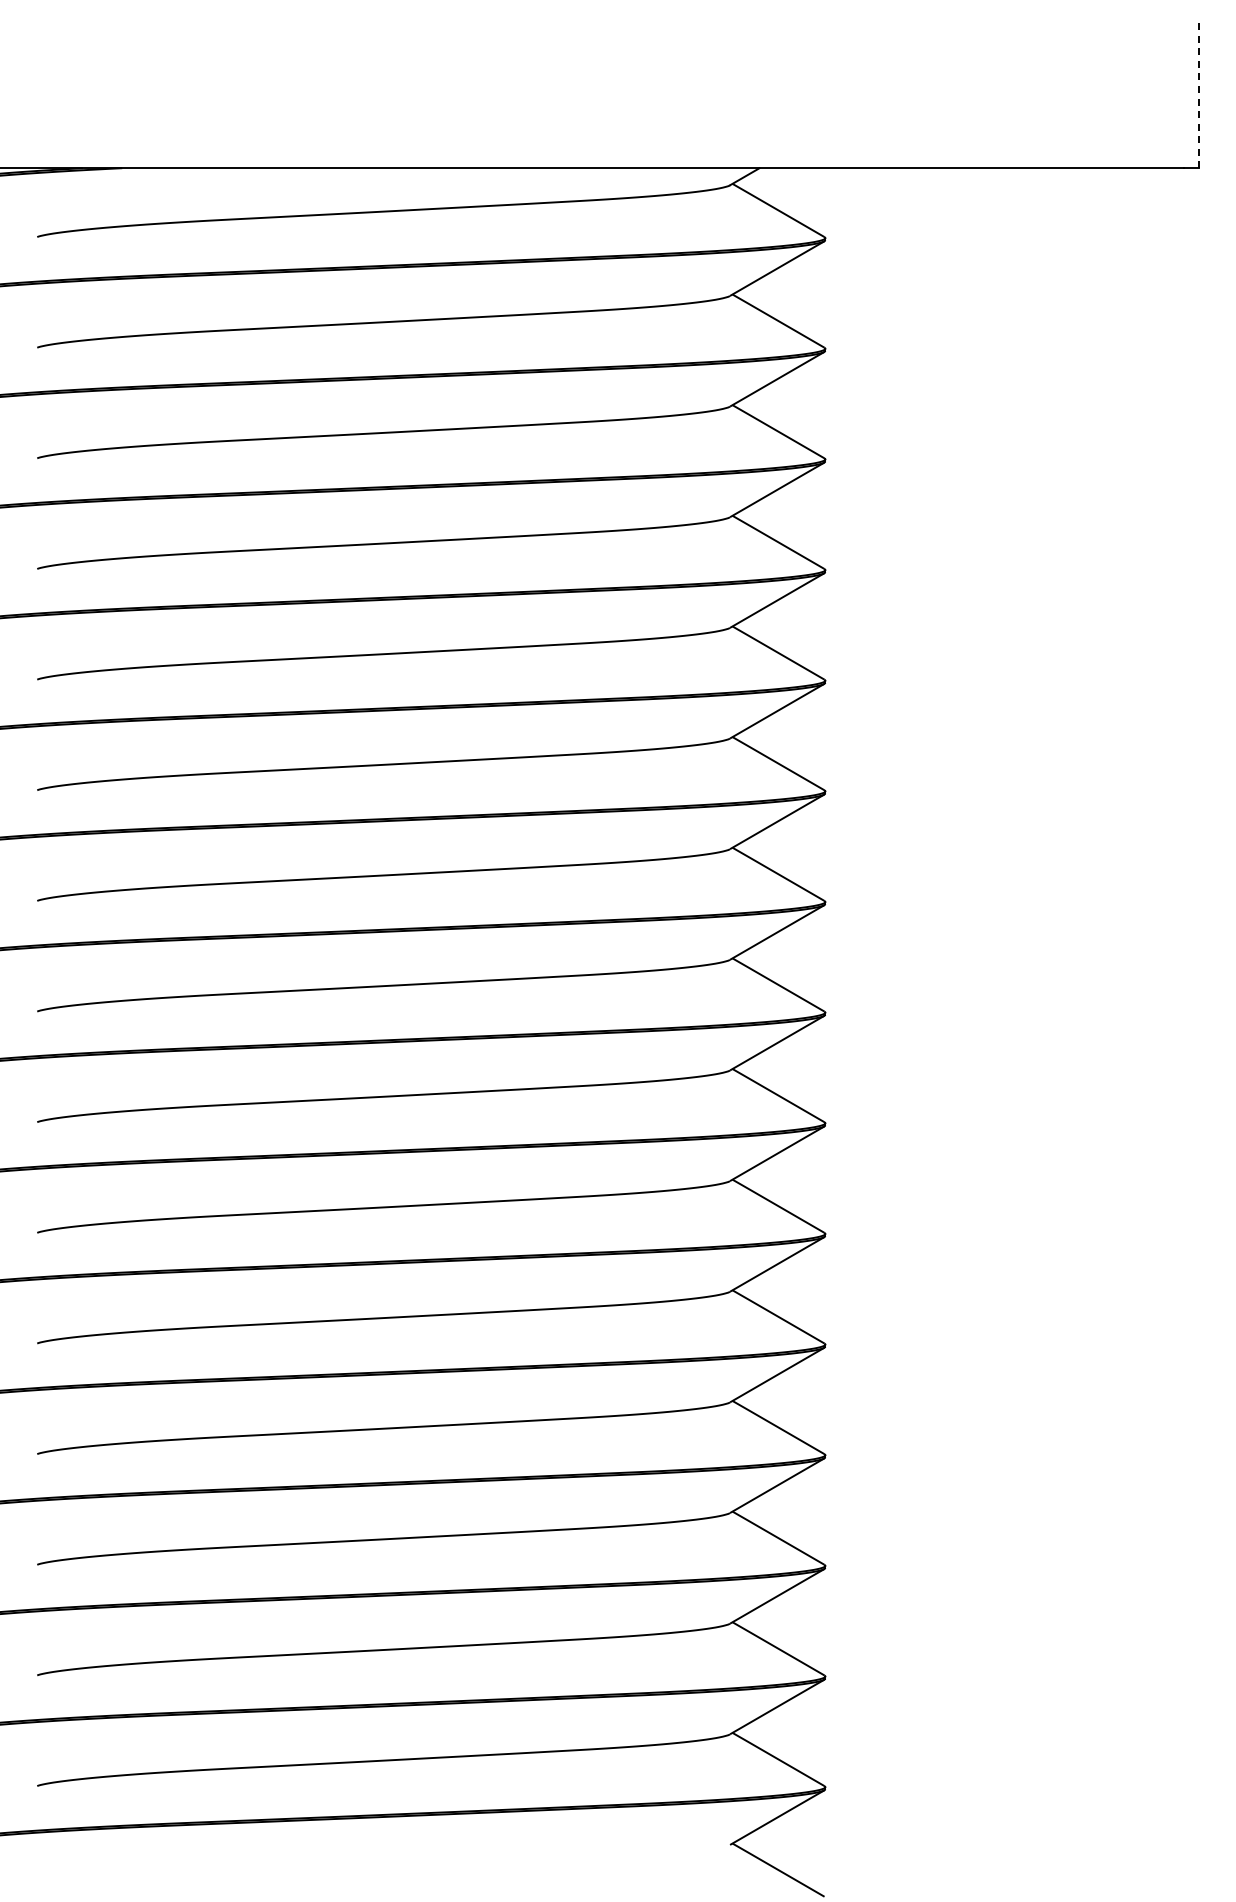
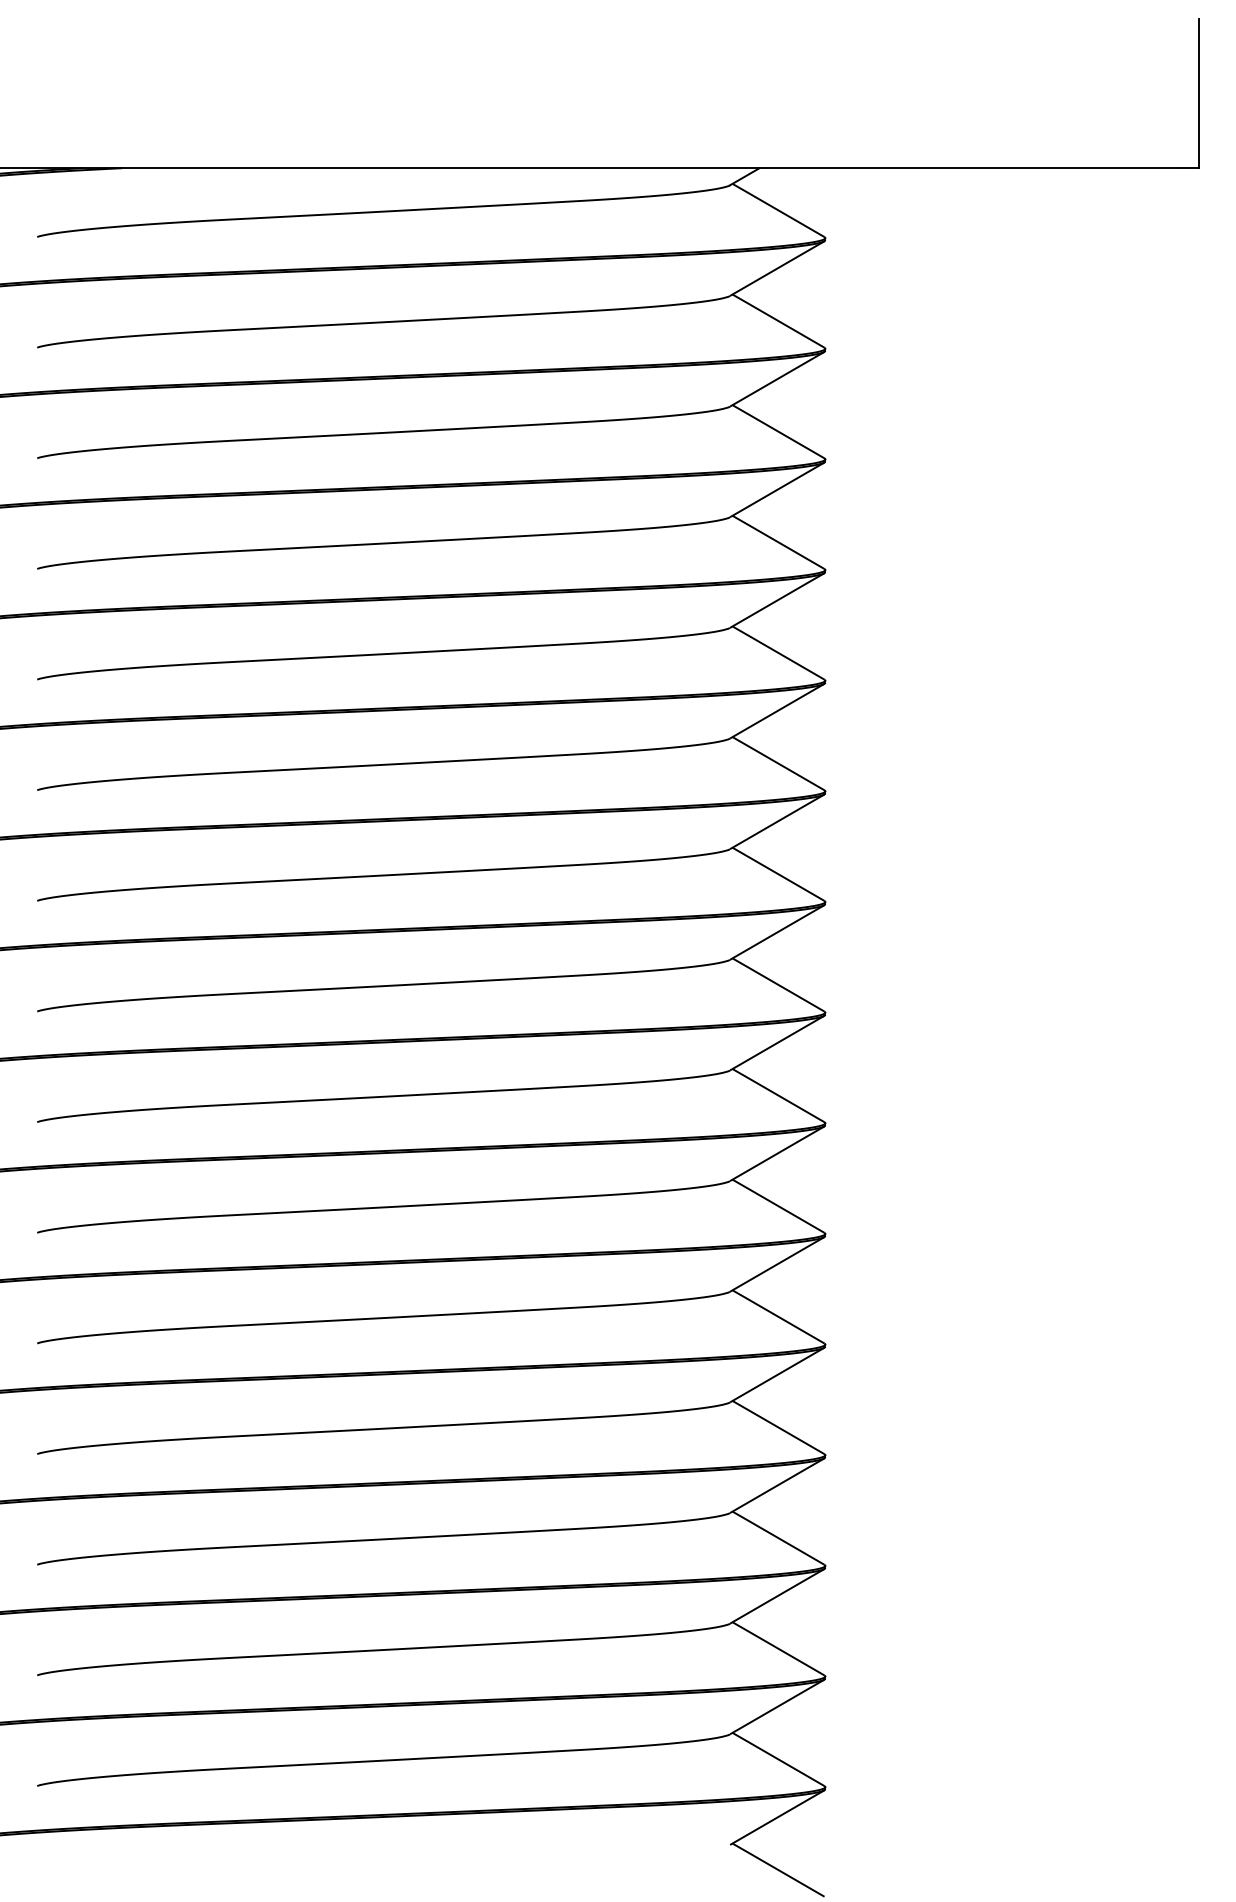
line at (1198, 93): dashed -> solid
